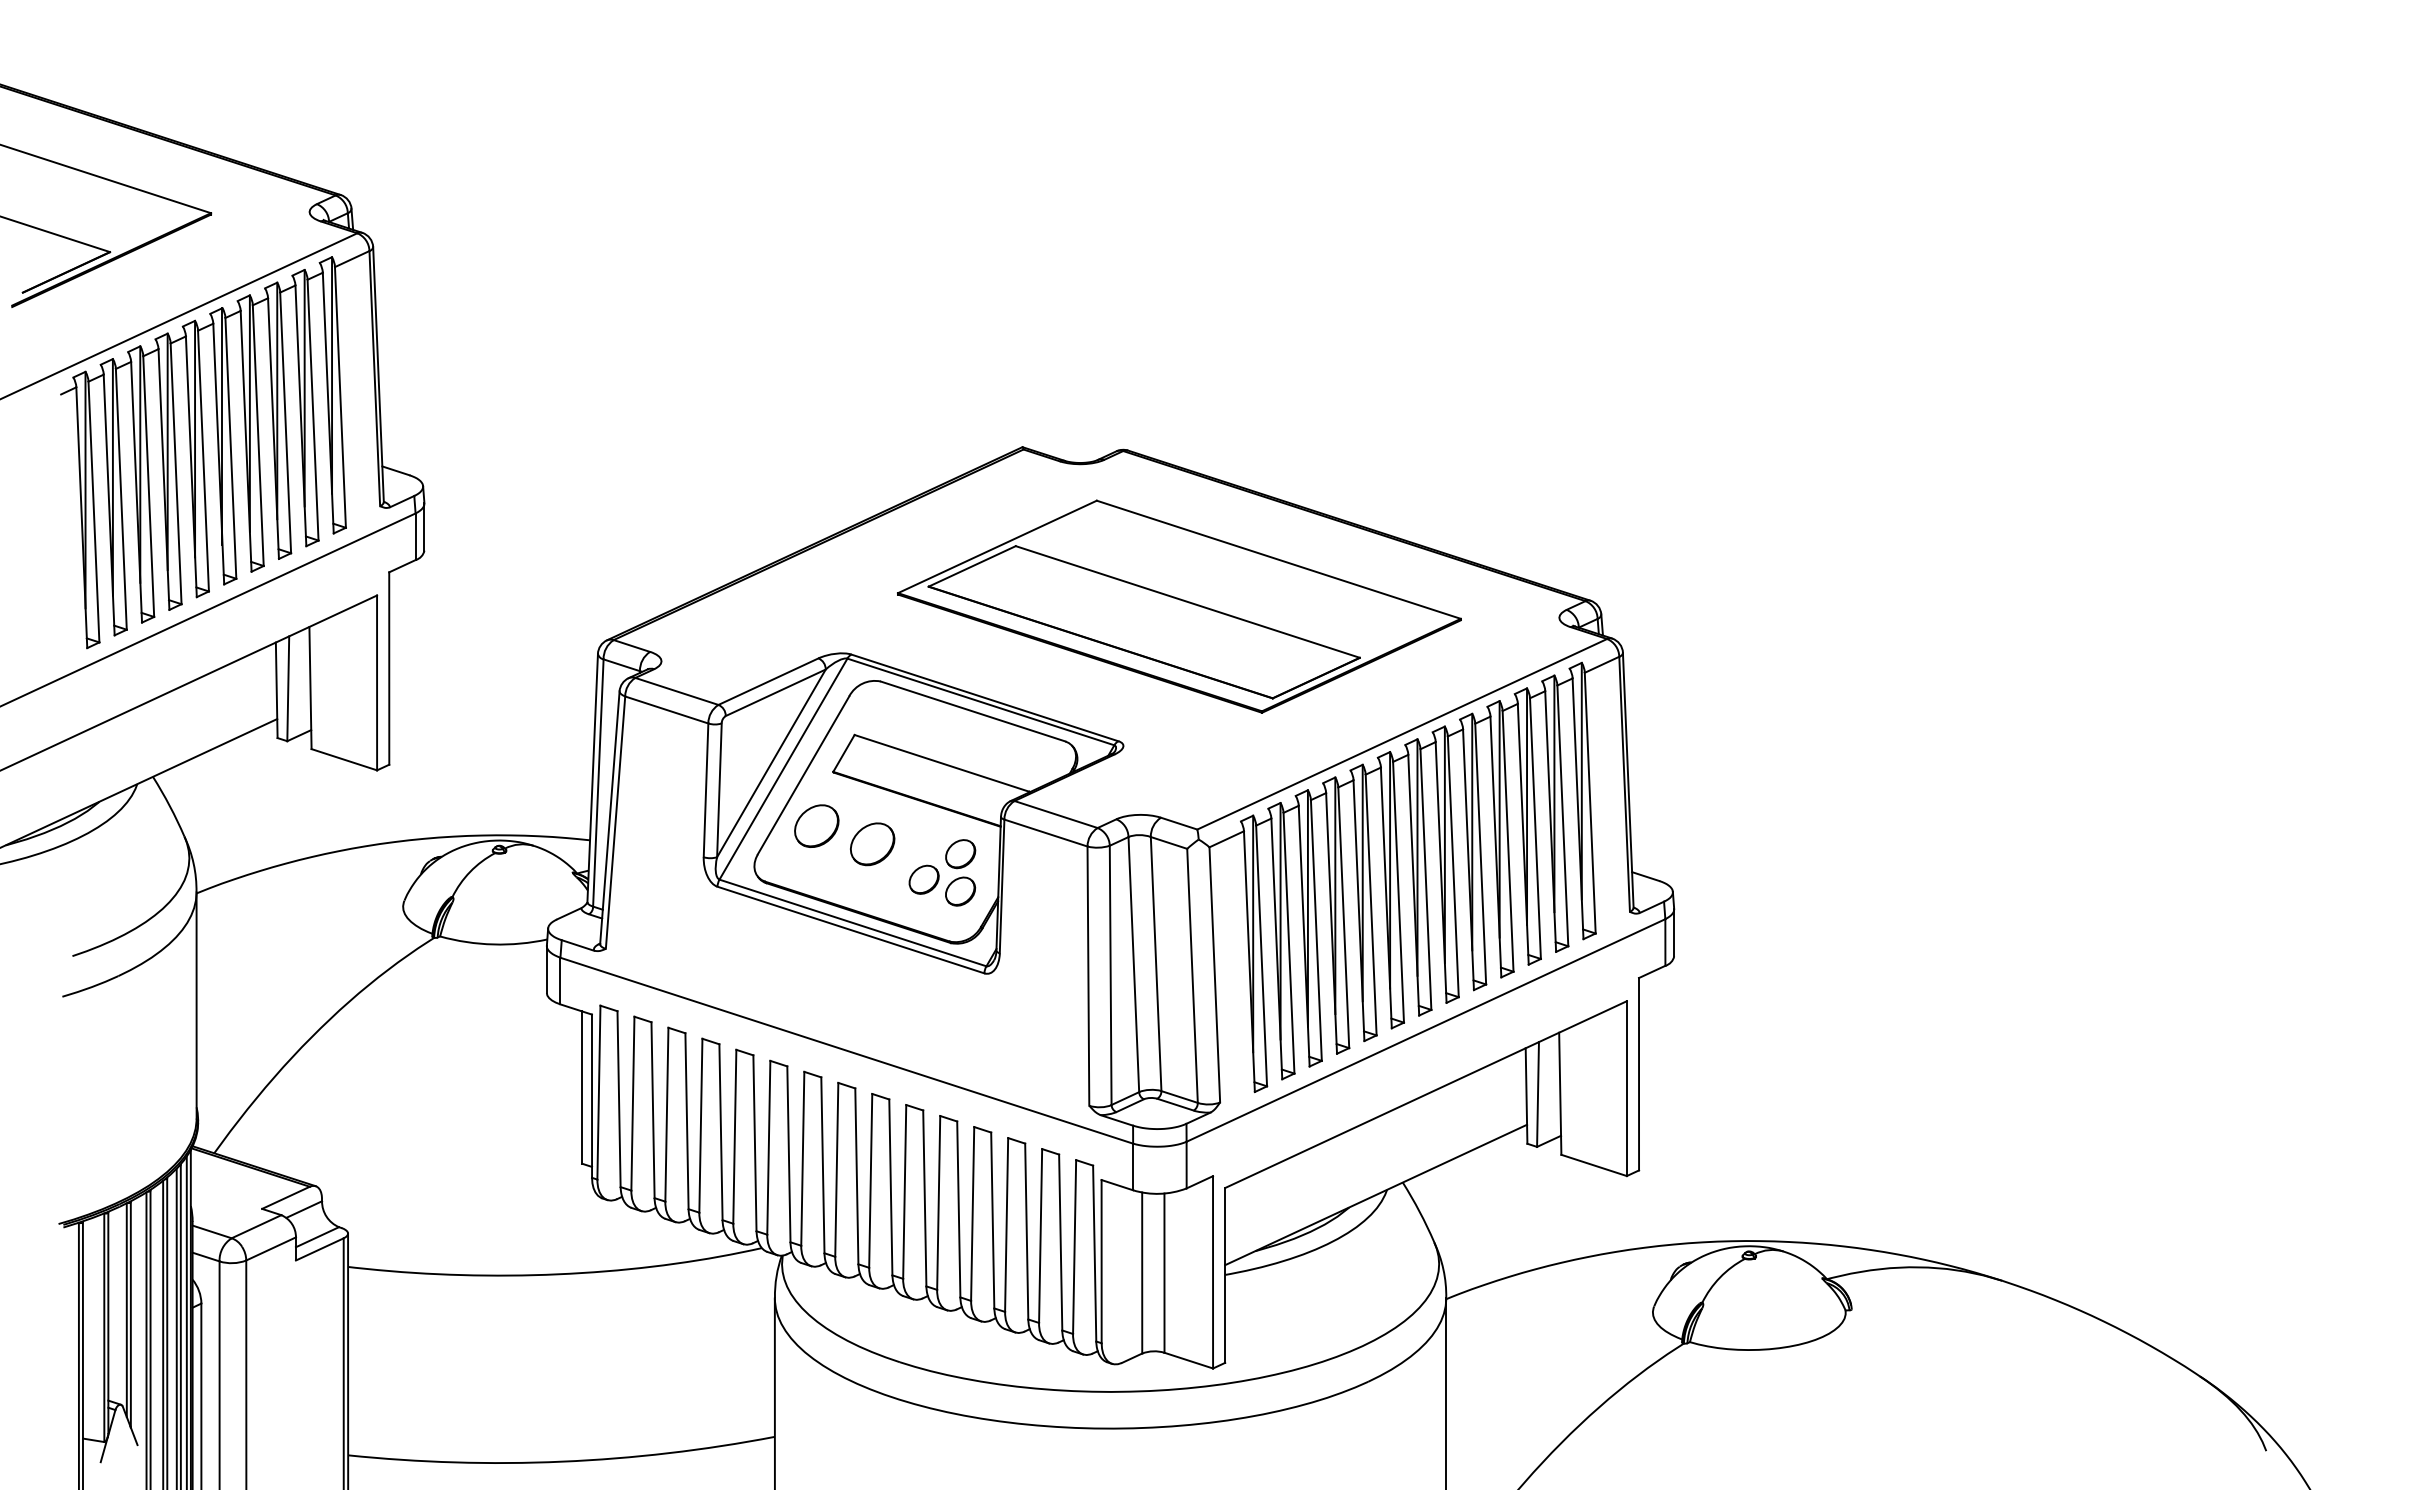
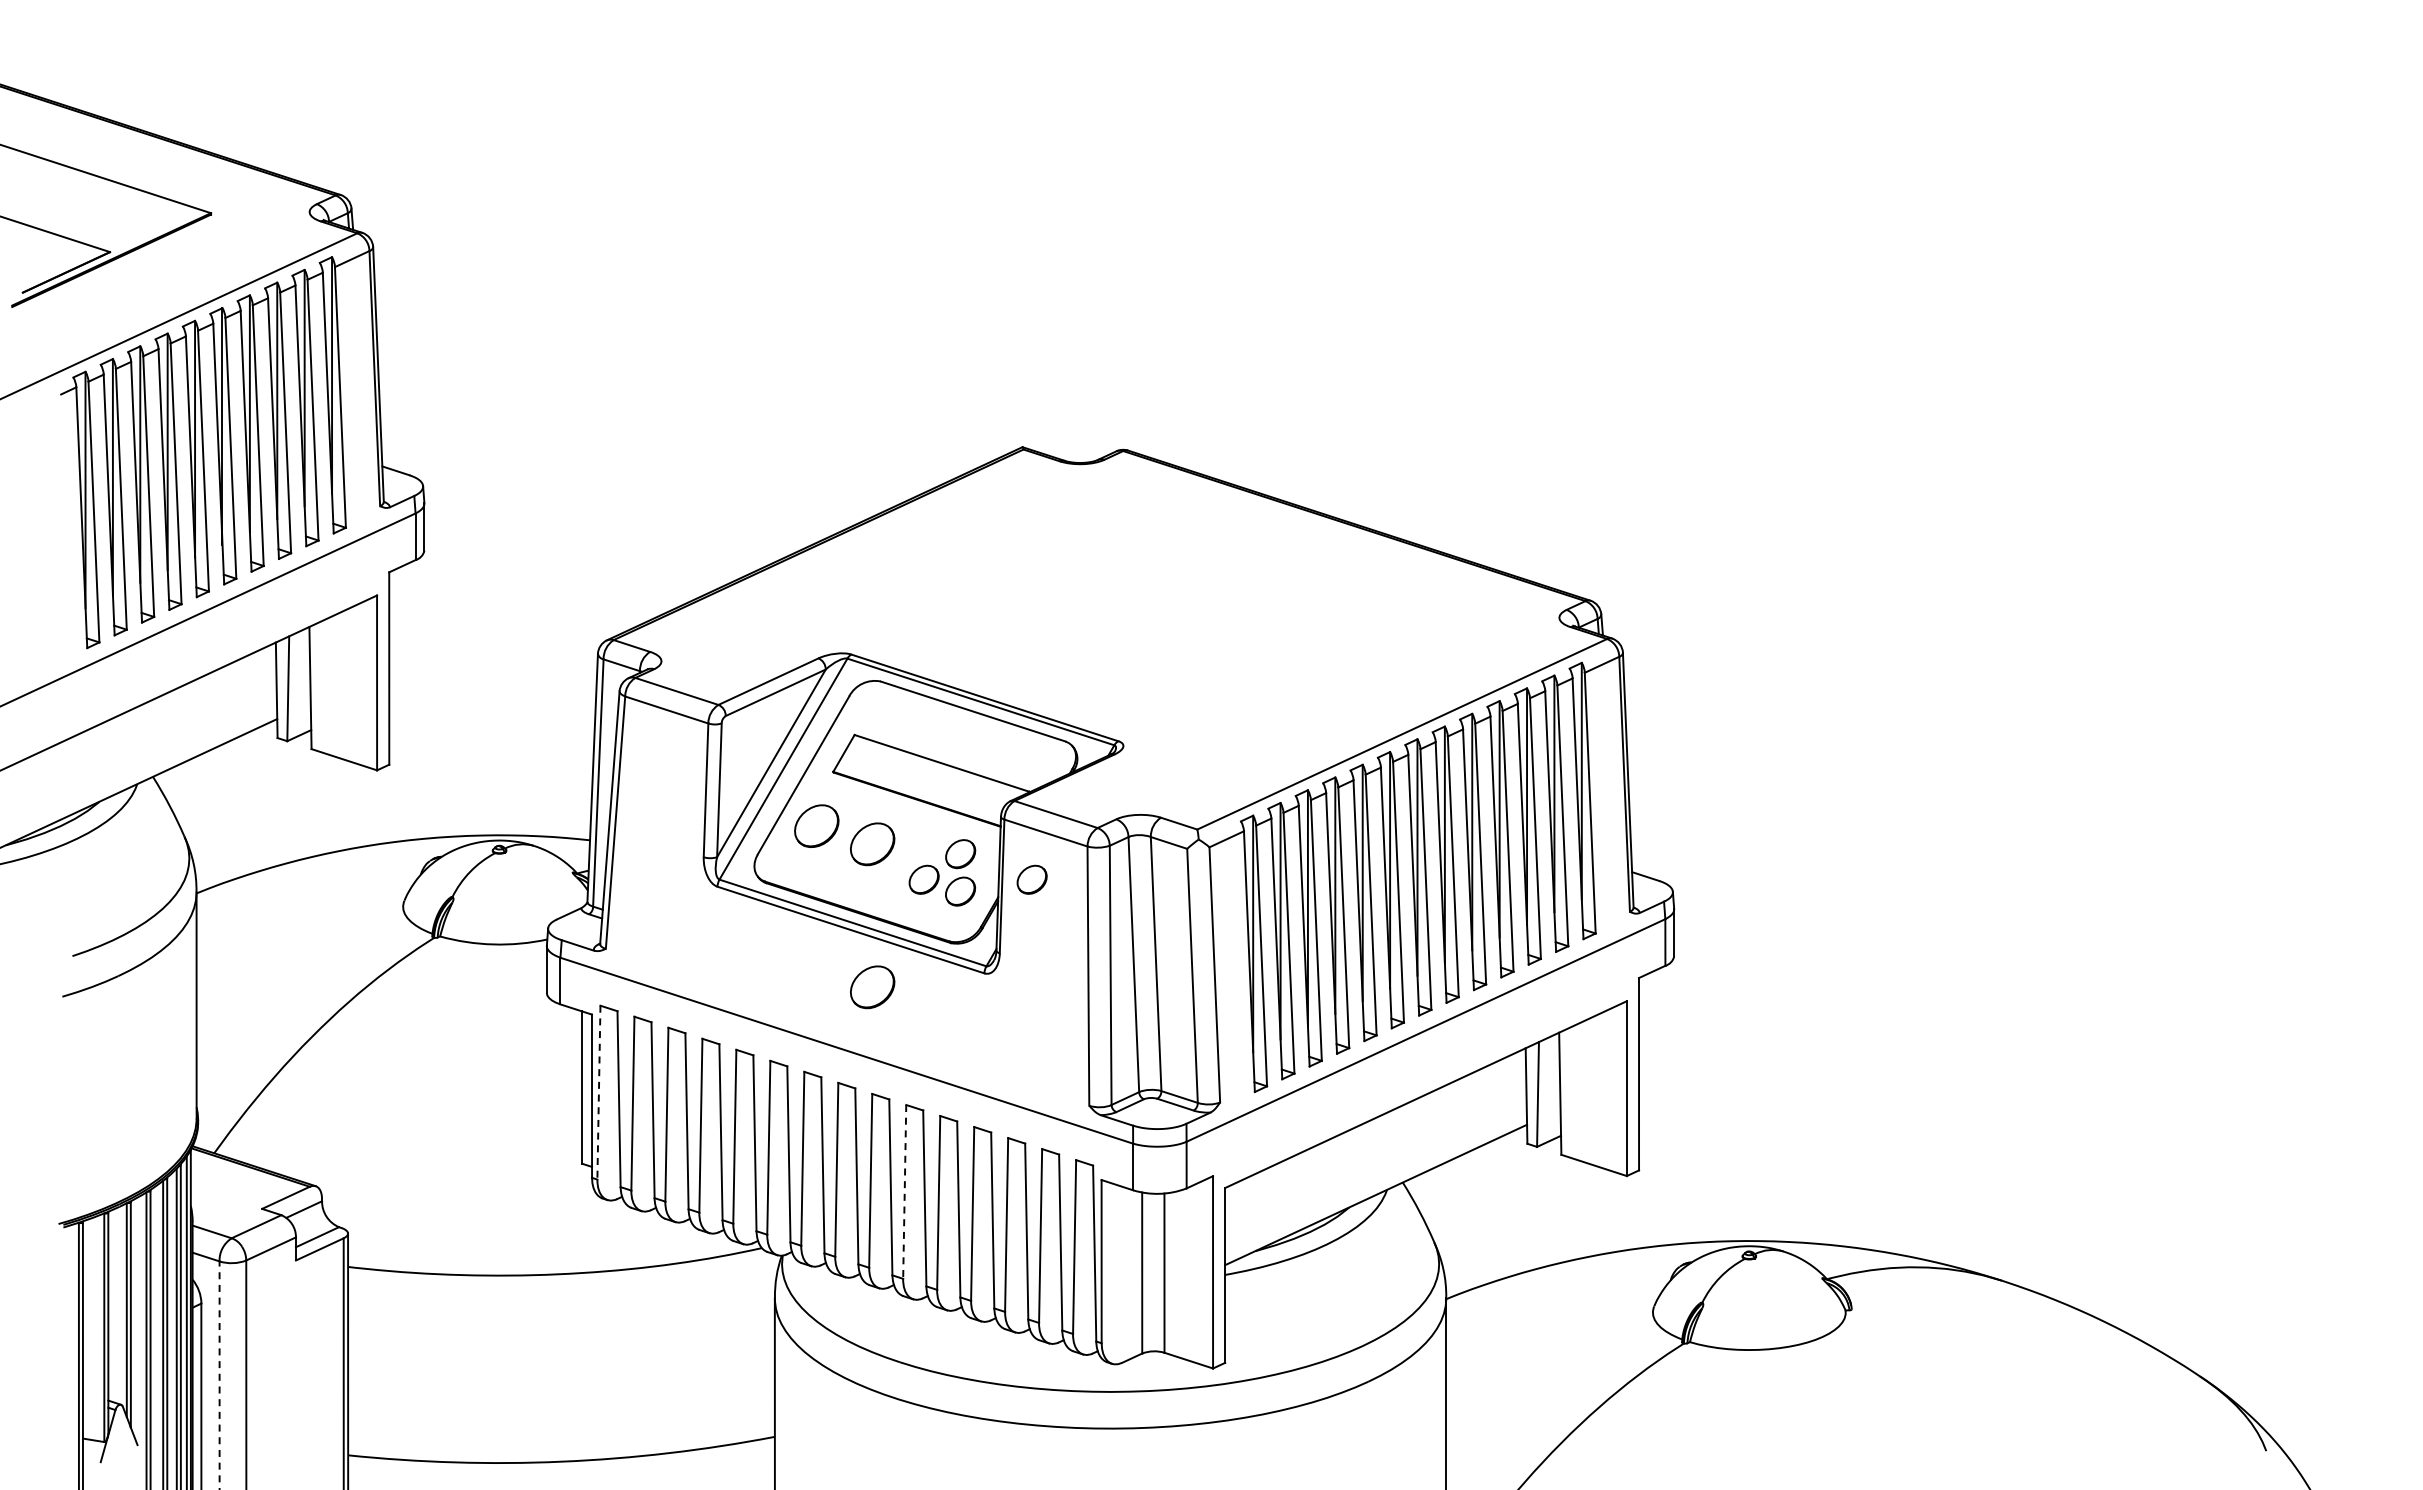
part at (1179, 606): present -> none
part at (1031, 879): none -> present
part at (872, 987): none -> present
line at (598, 1092): solid -> dashed
line at (904, 1191): solid -> dashed
line at (219, 1375): solid -> dashed
